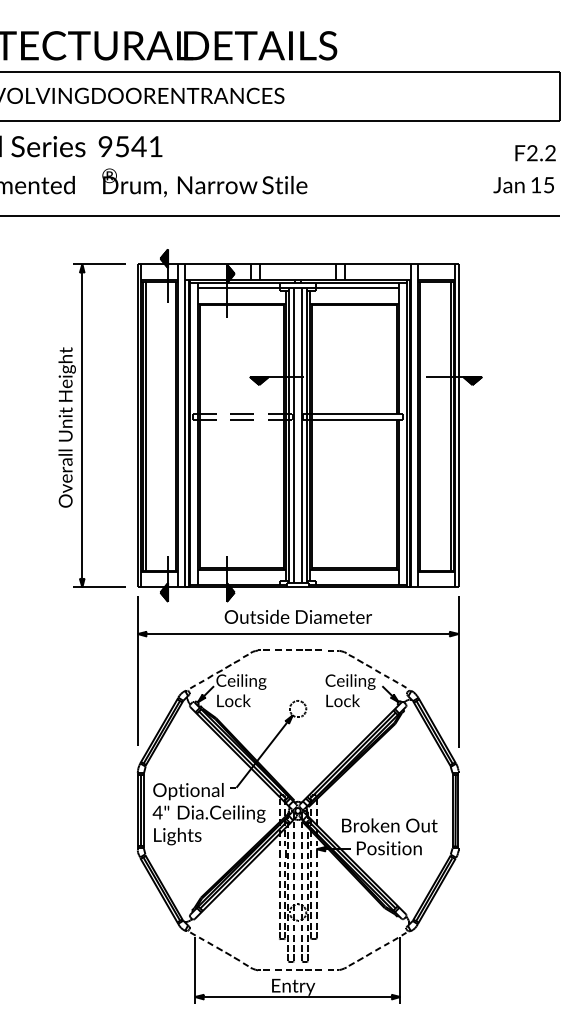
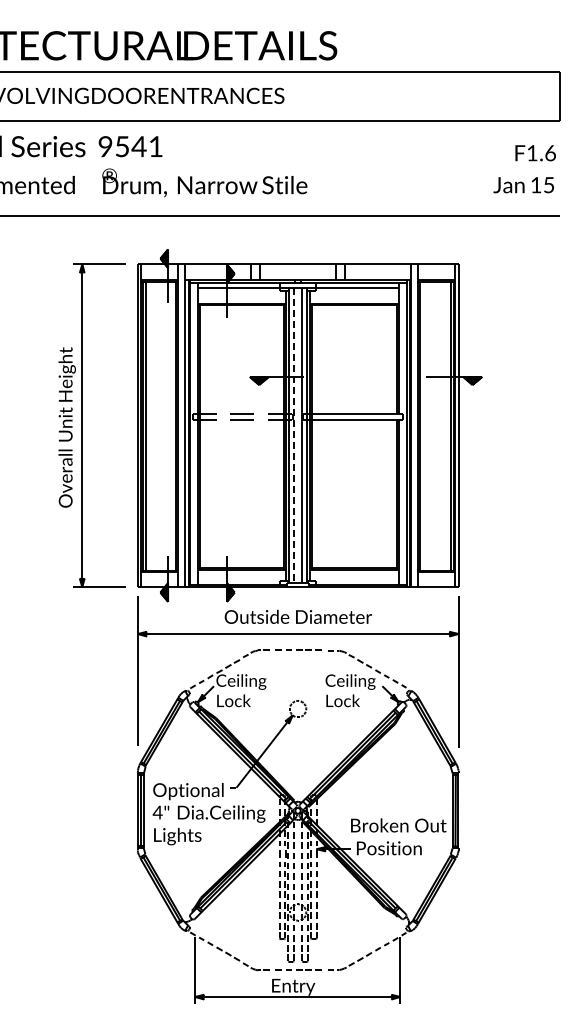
text at (541, 153): F2.2 -> F1.6
line at (294, 436): solid -> dashed
text at (389, 825) position: (389, 825) -> (398, 825)
